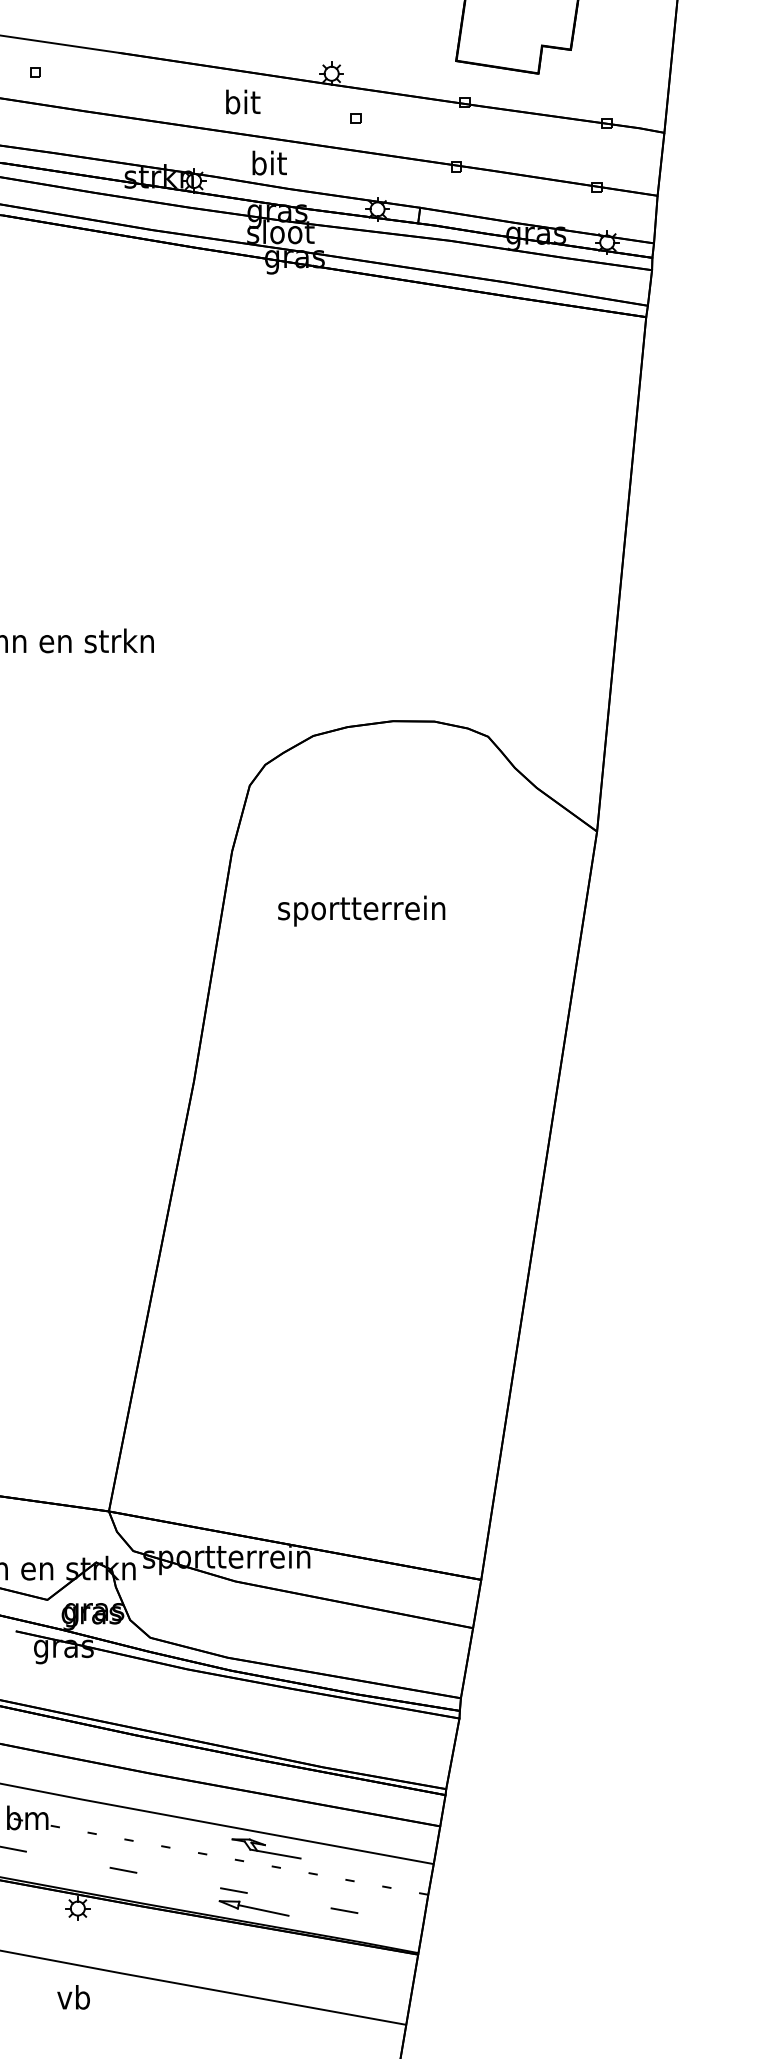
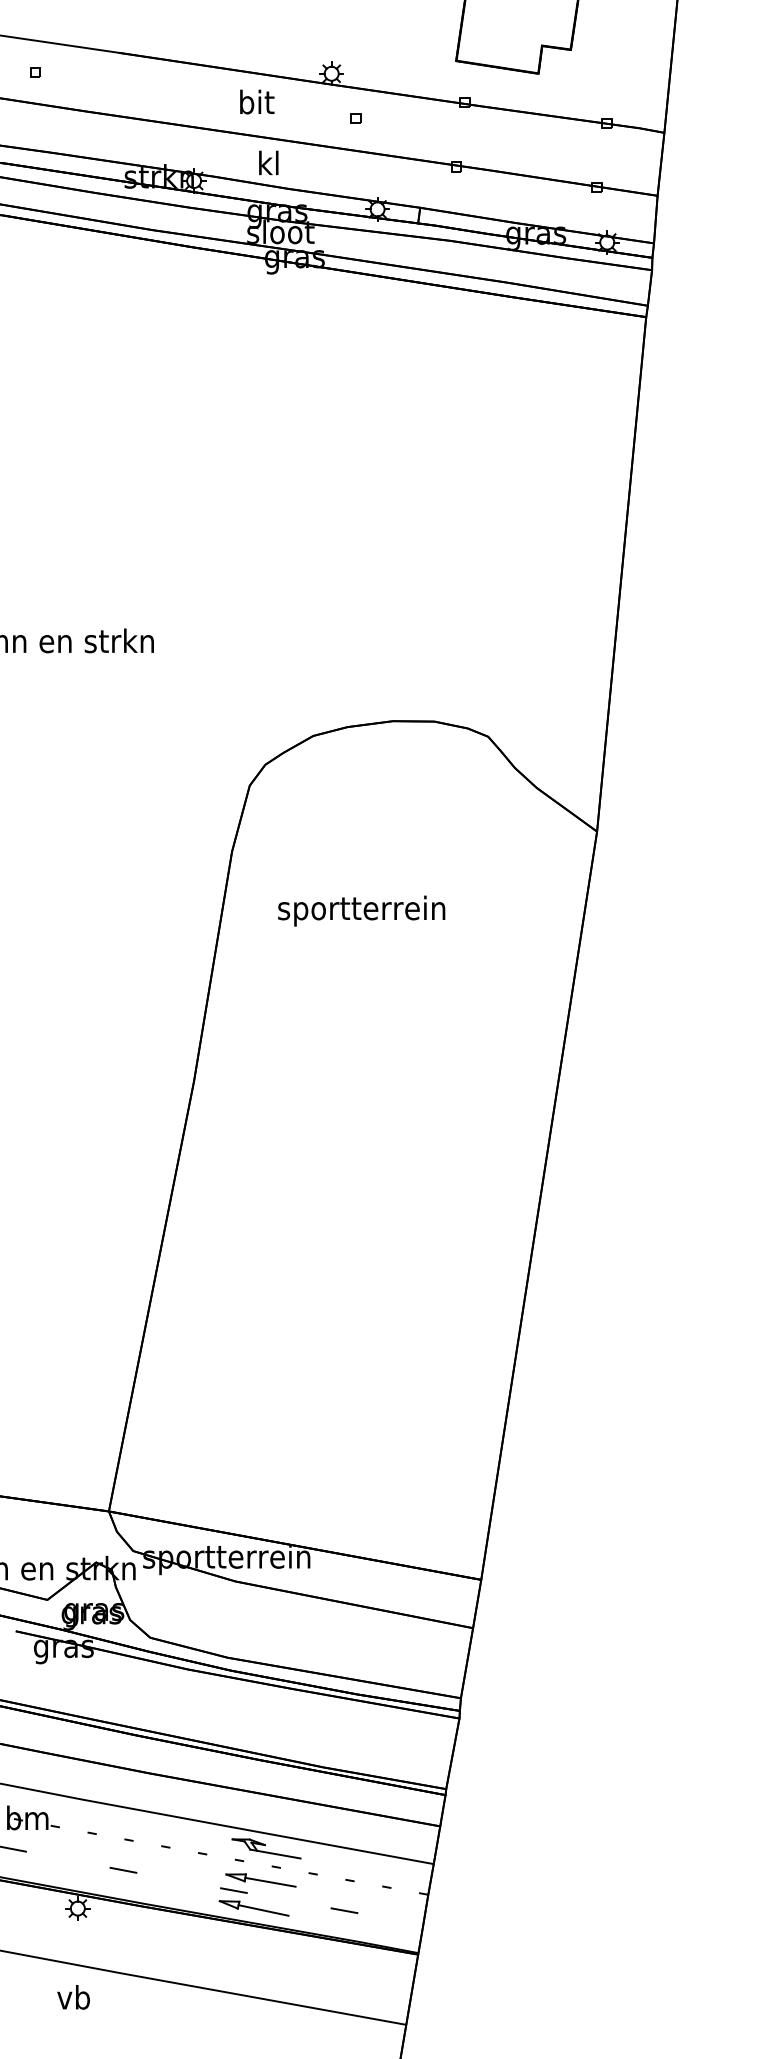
text at (243, 101) position: (243, 101) -> (257, 101)
text at (269, 162): bit -> kl
part at (260, 1880): none -> present
